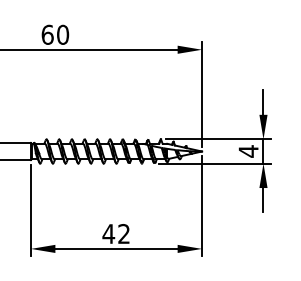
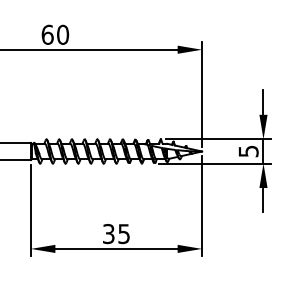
text at (248, 151): 4 -> 5
text at (115, 234): 42 -> 35
